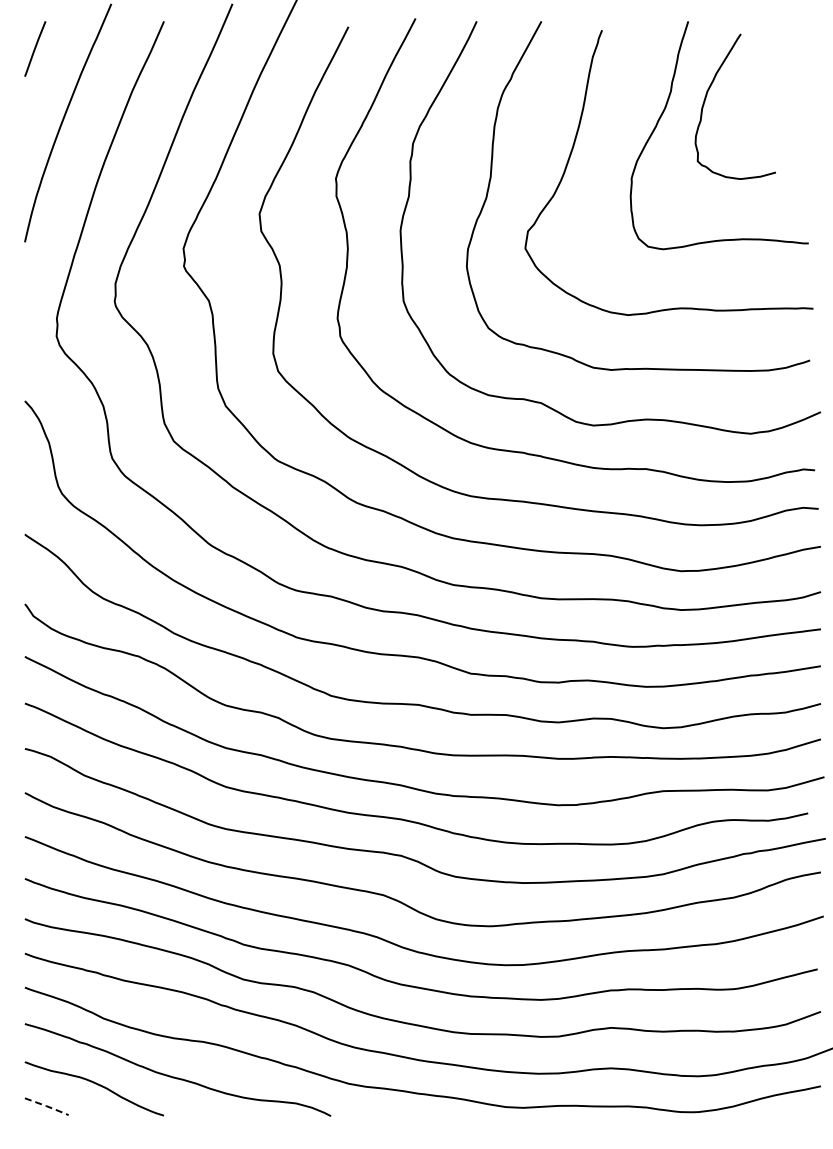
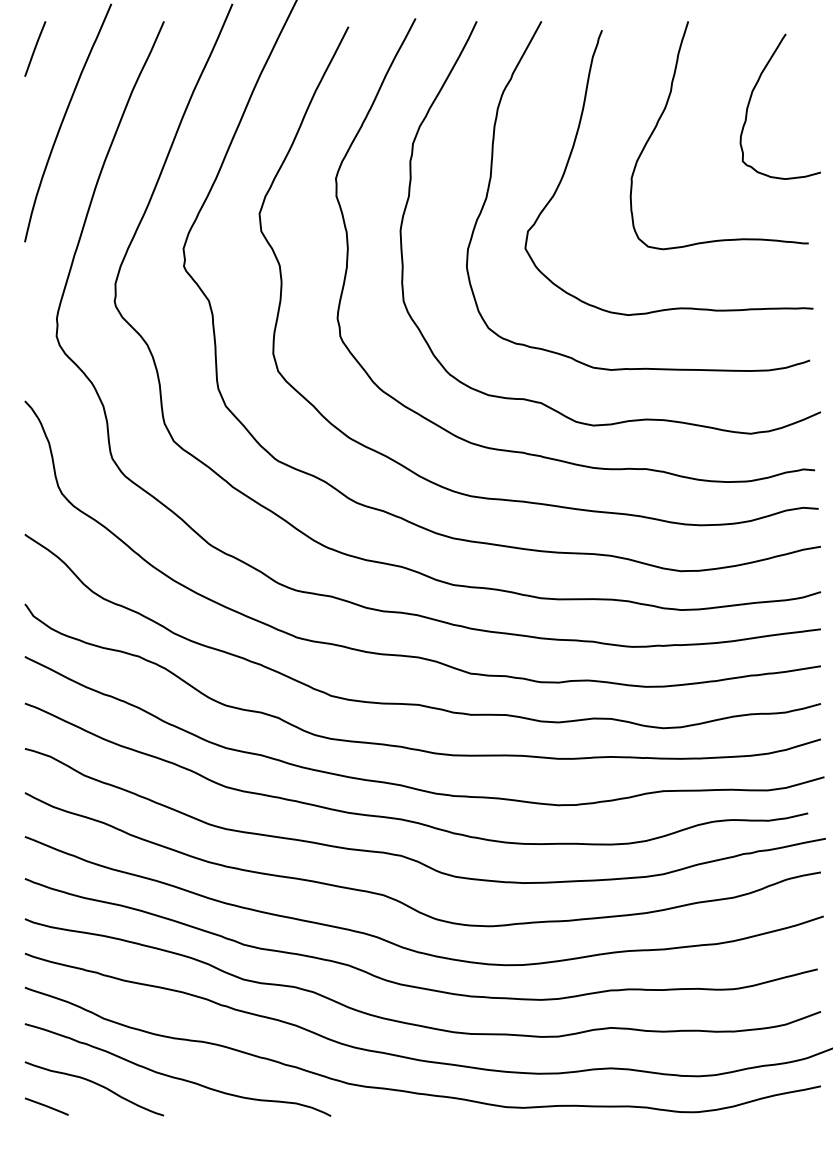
curve at (706, 98) position: (706, 98) -> (751, 98)
line at (47, 1106): dashed -> solid
